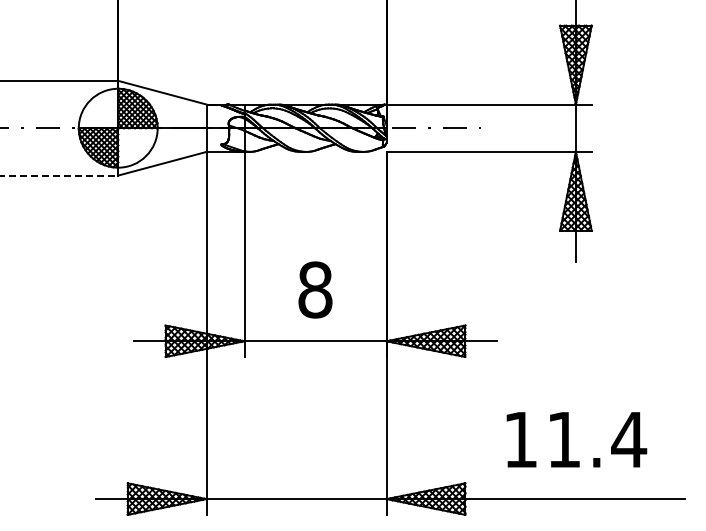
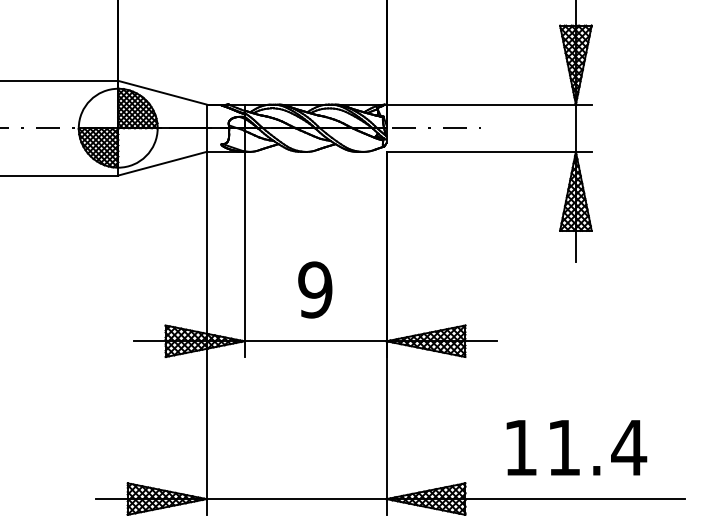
line at (59, 175): dashed -> solid
text at (315, 289): 8 -> 9
text at (576, 439) position: (576, 439) -> (576, 447)
